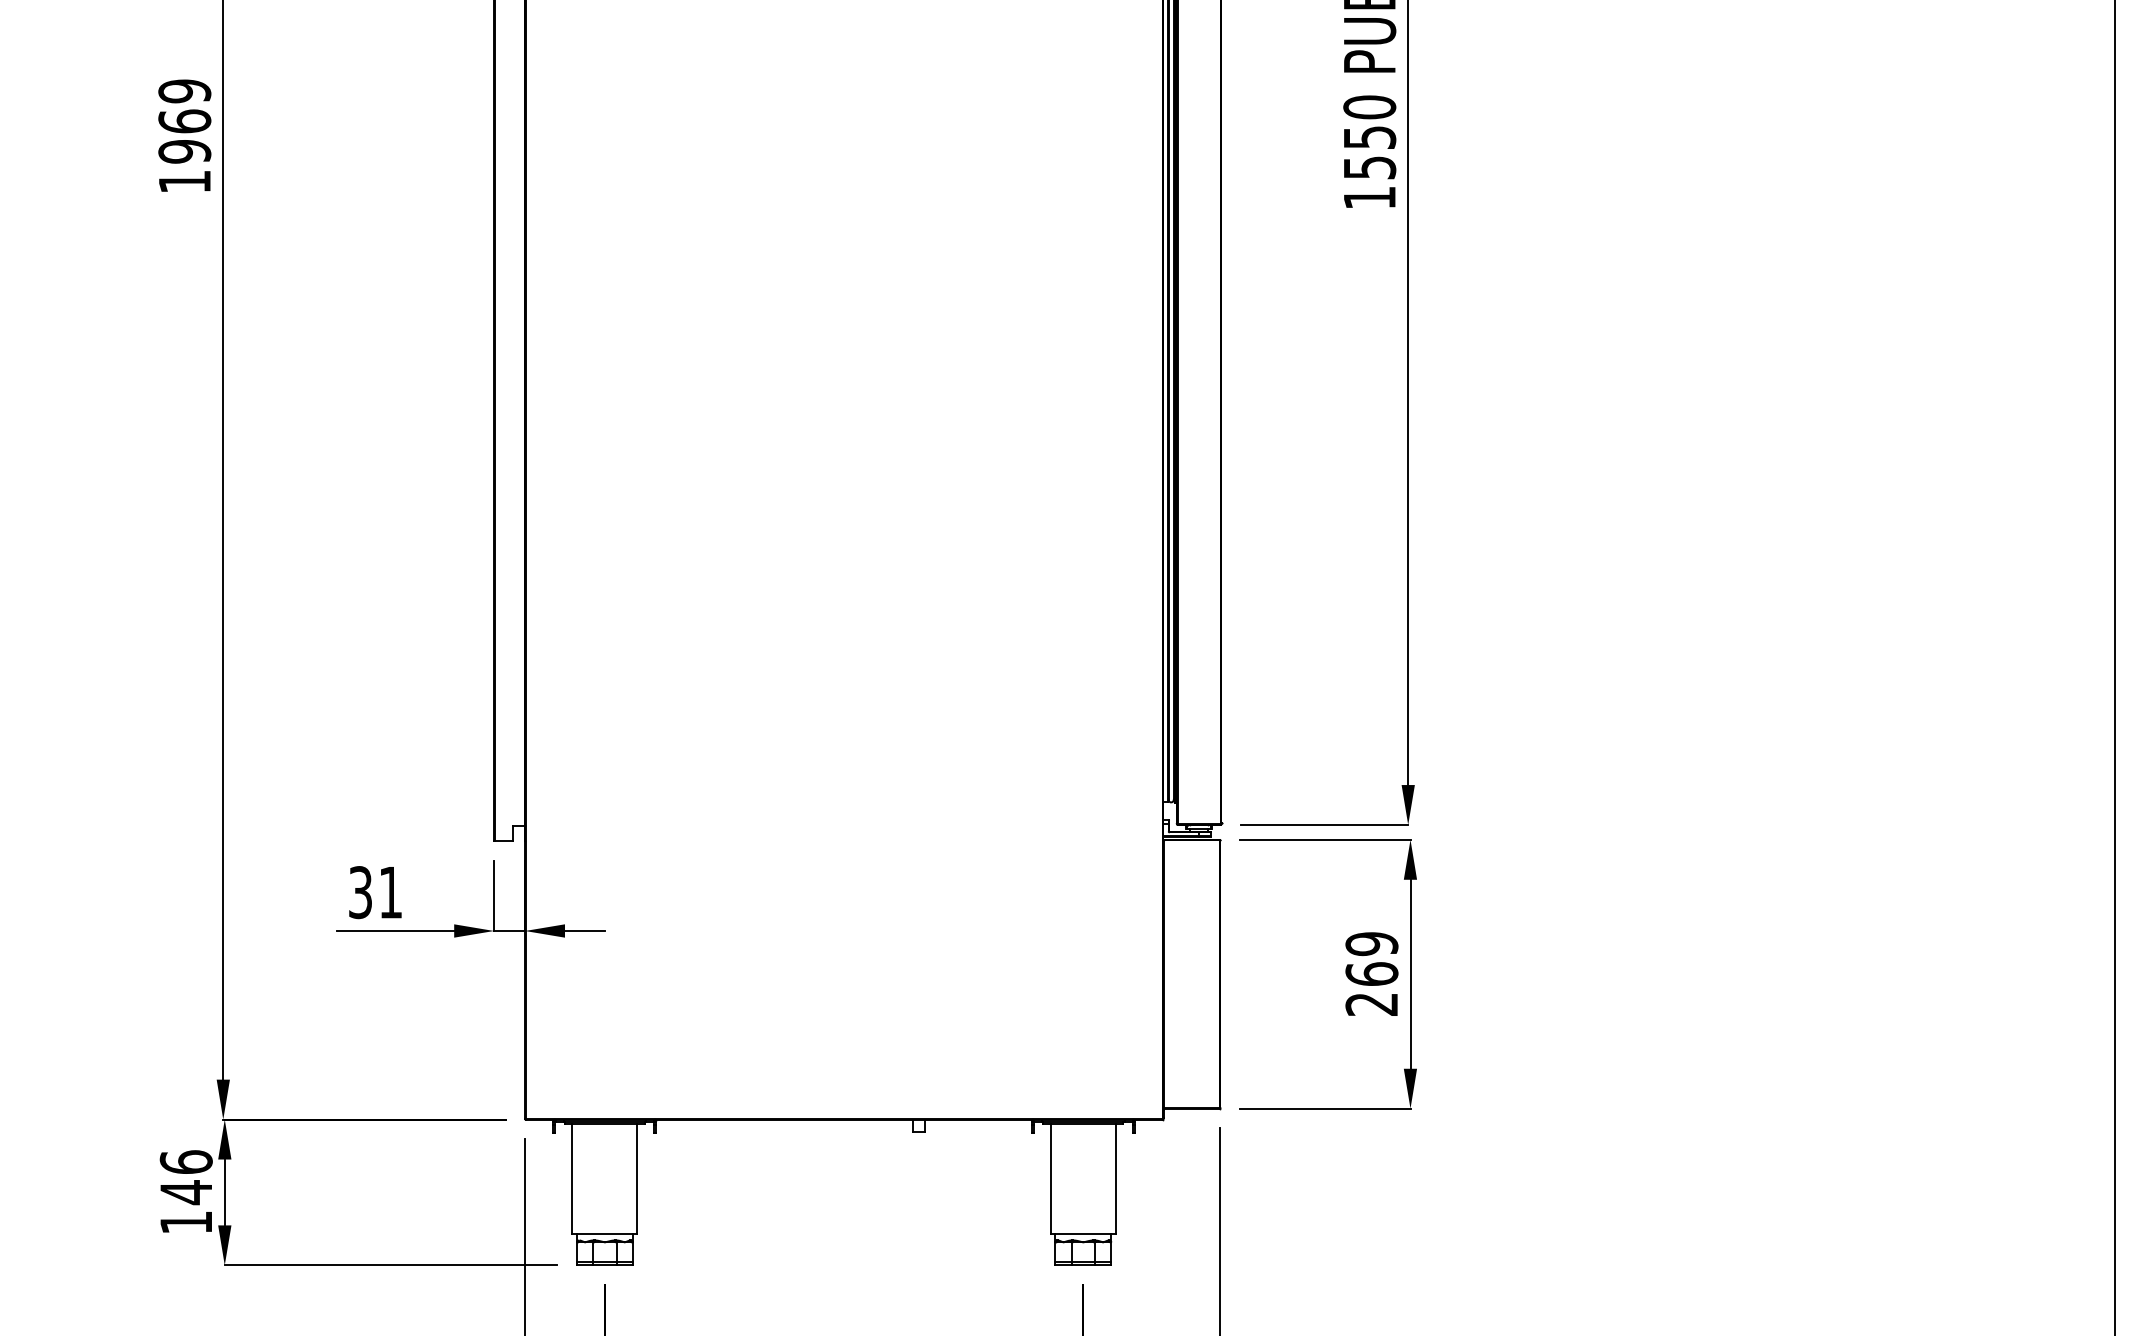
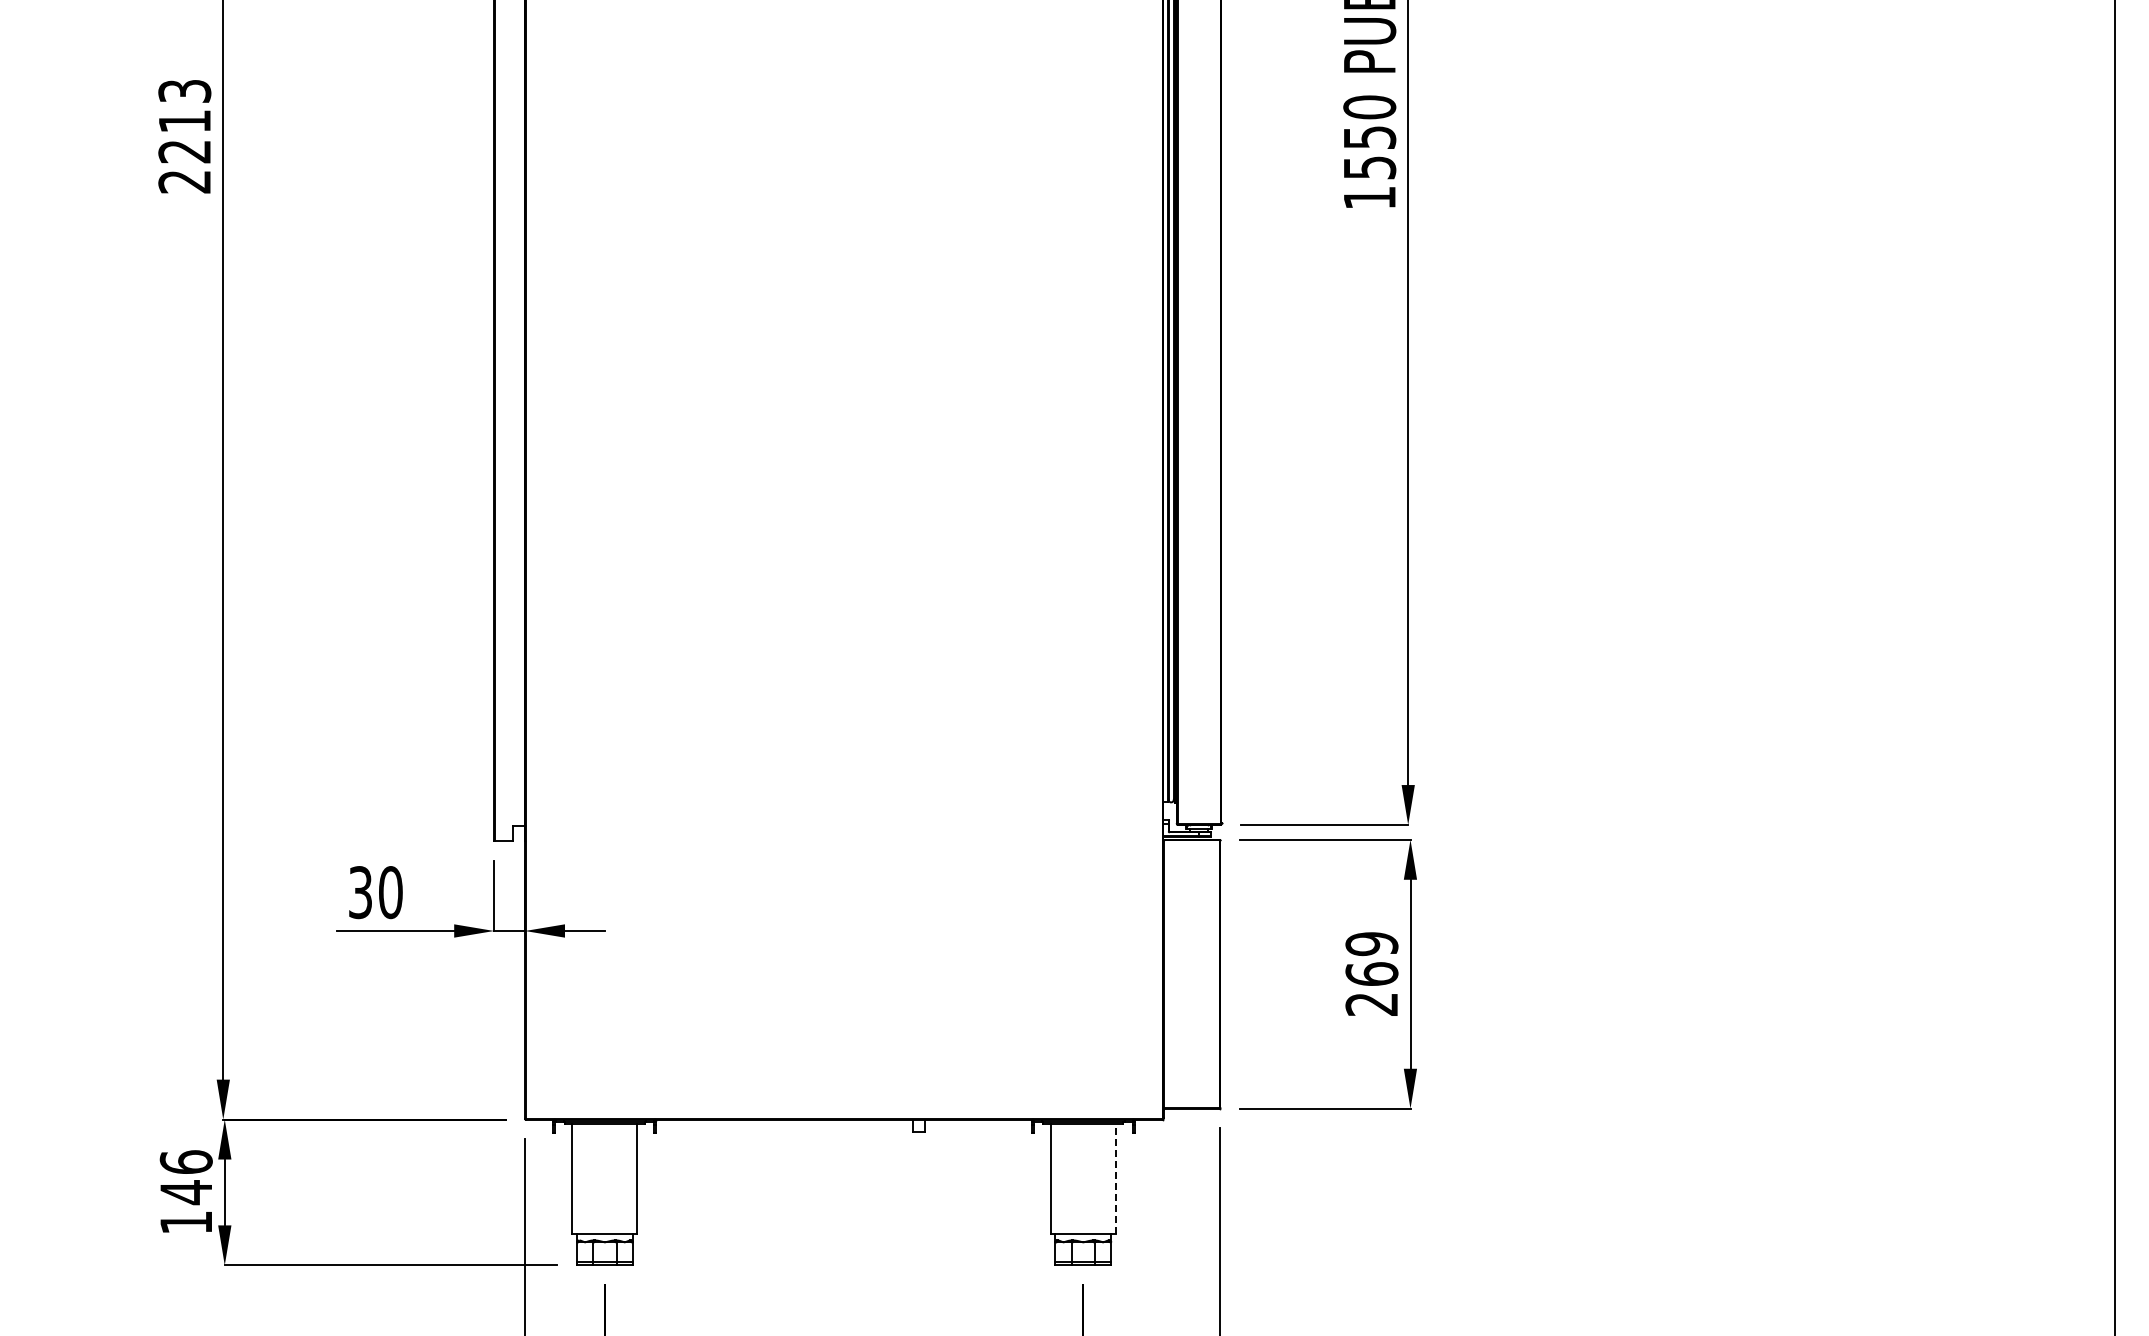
text at (184, 136): 1969 -> 2213
text at (390, 892): 31 -> 30
line at (1115, 1178): solid -> dashed
